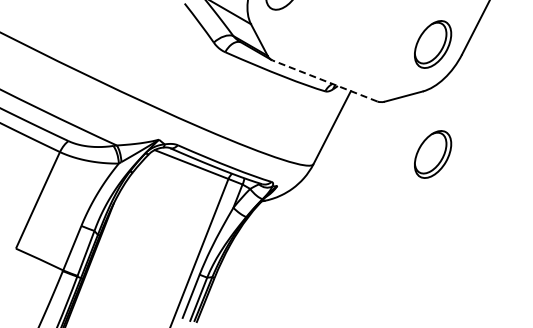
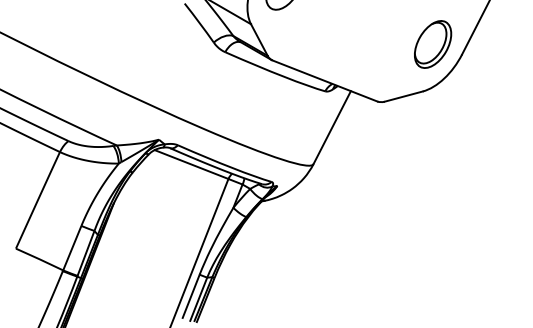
line at (324, 80): dashed -> solid
part at (433, 154): present -> none
